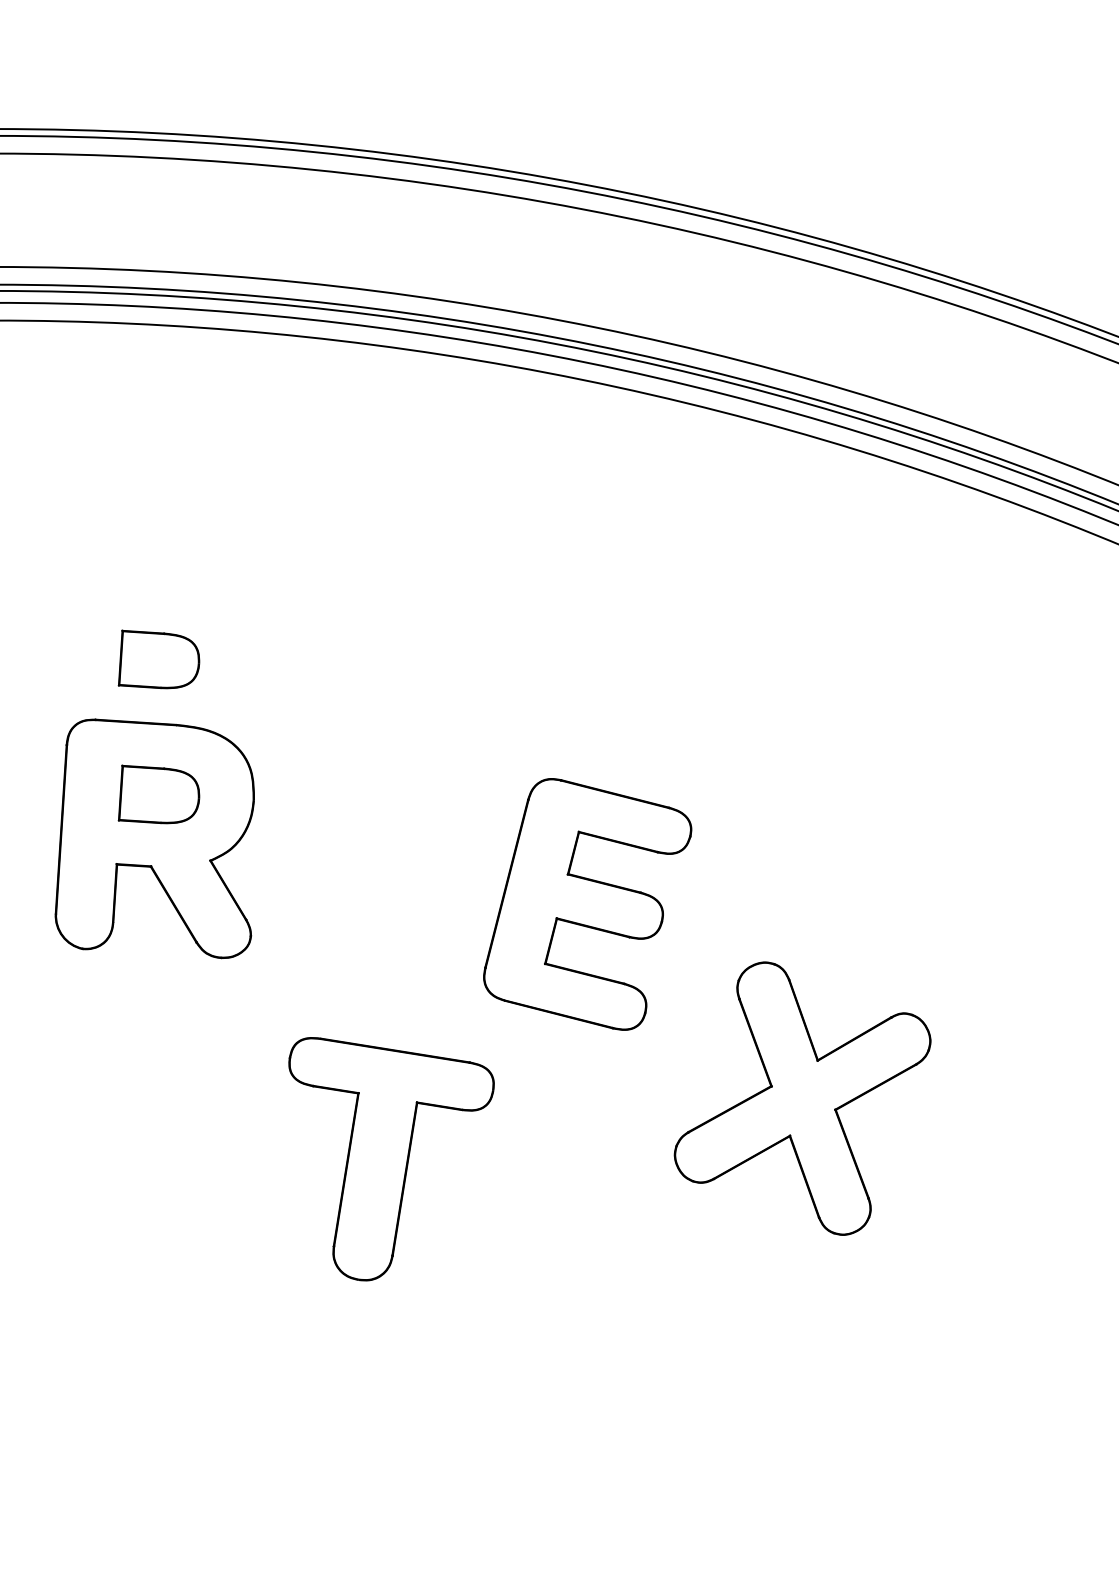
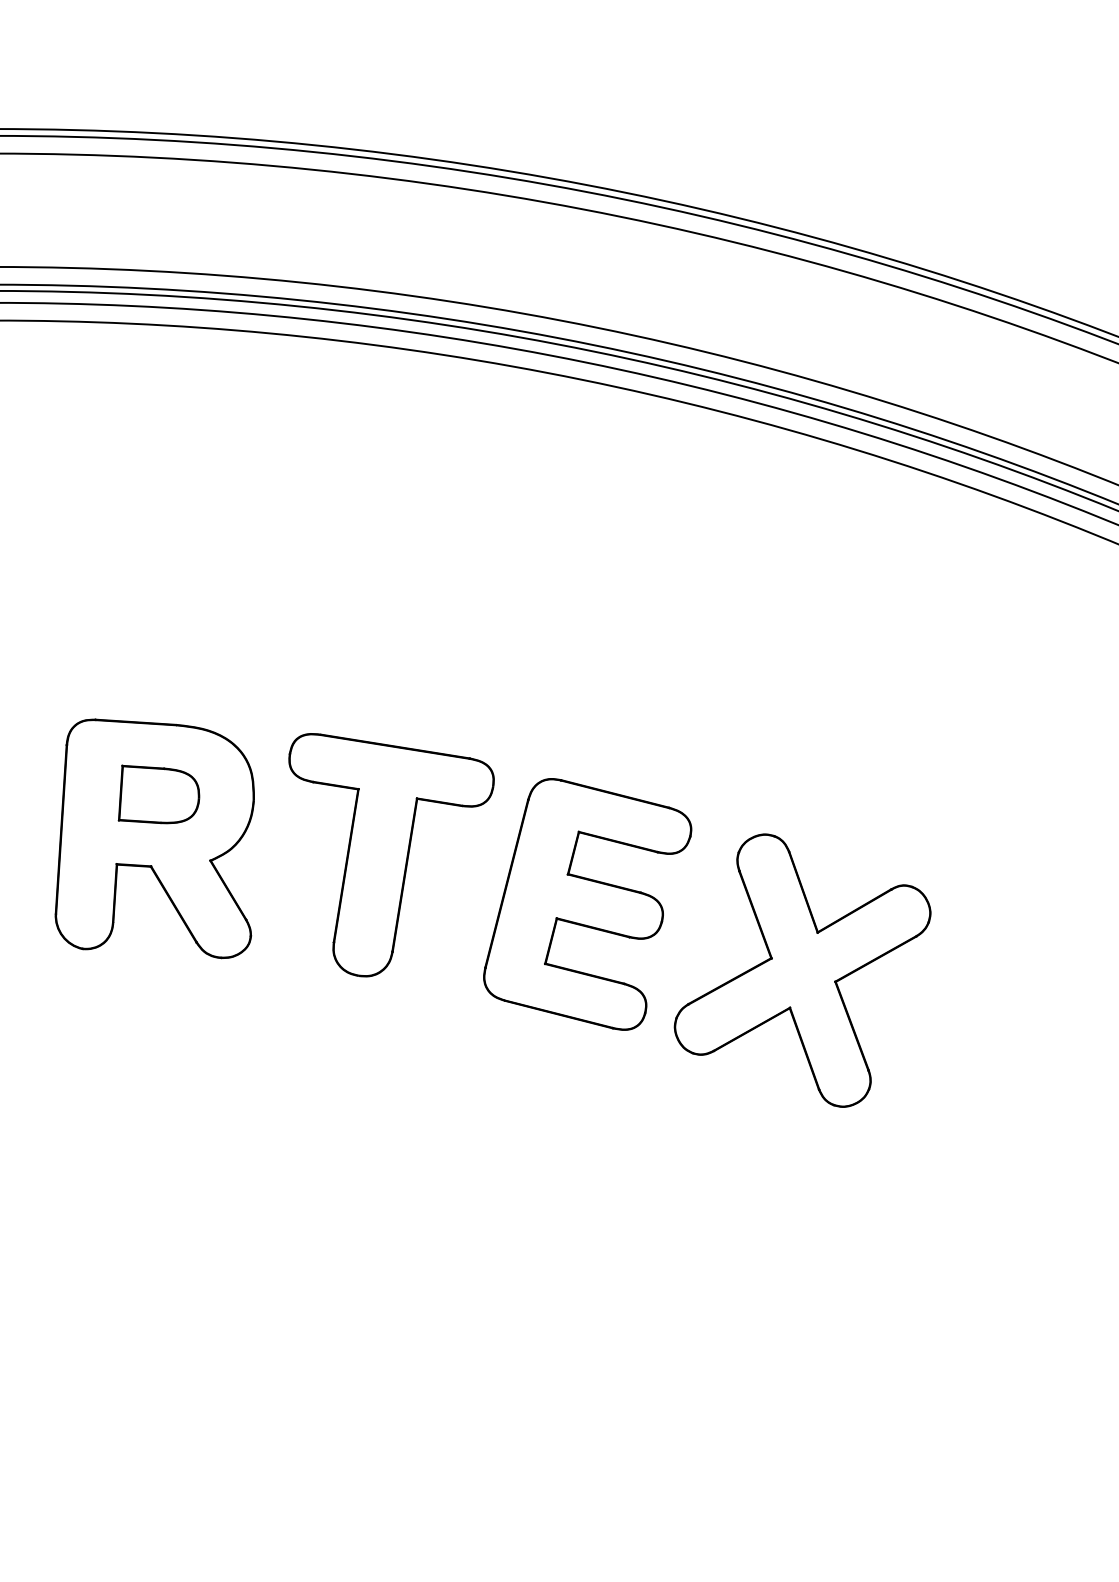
part at (158, 659): present -> none
part at (802, 1098) position: (802, 1098) -> (802, 970)
part at (391, 1159) position: (391, 1159) -> (391, 855)
